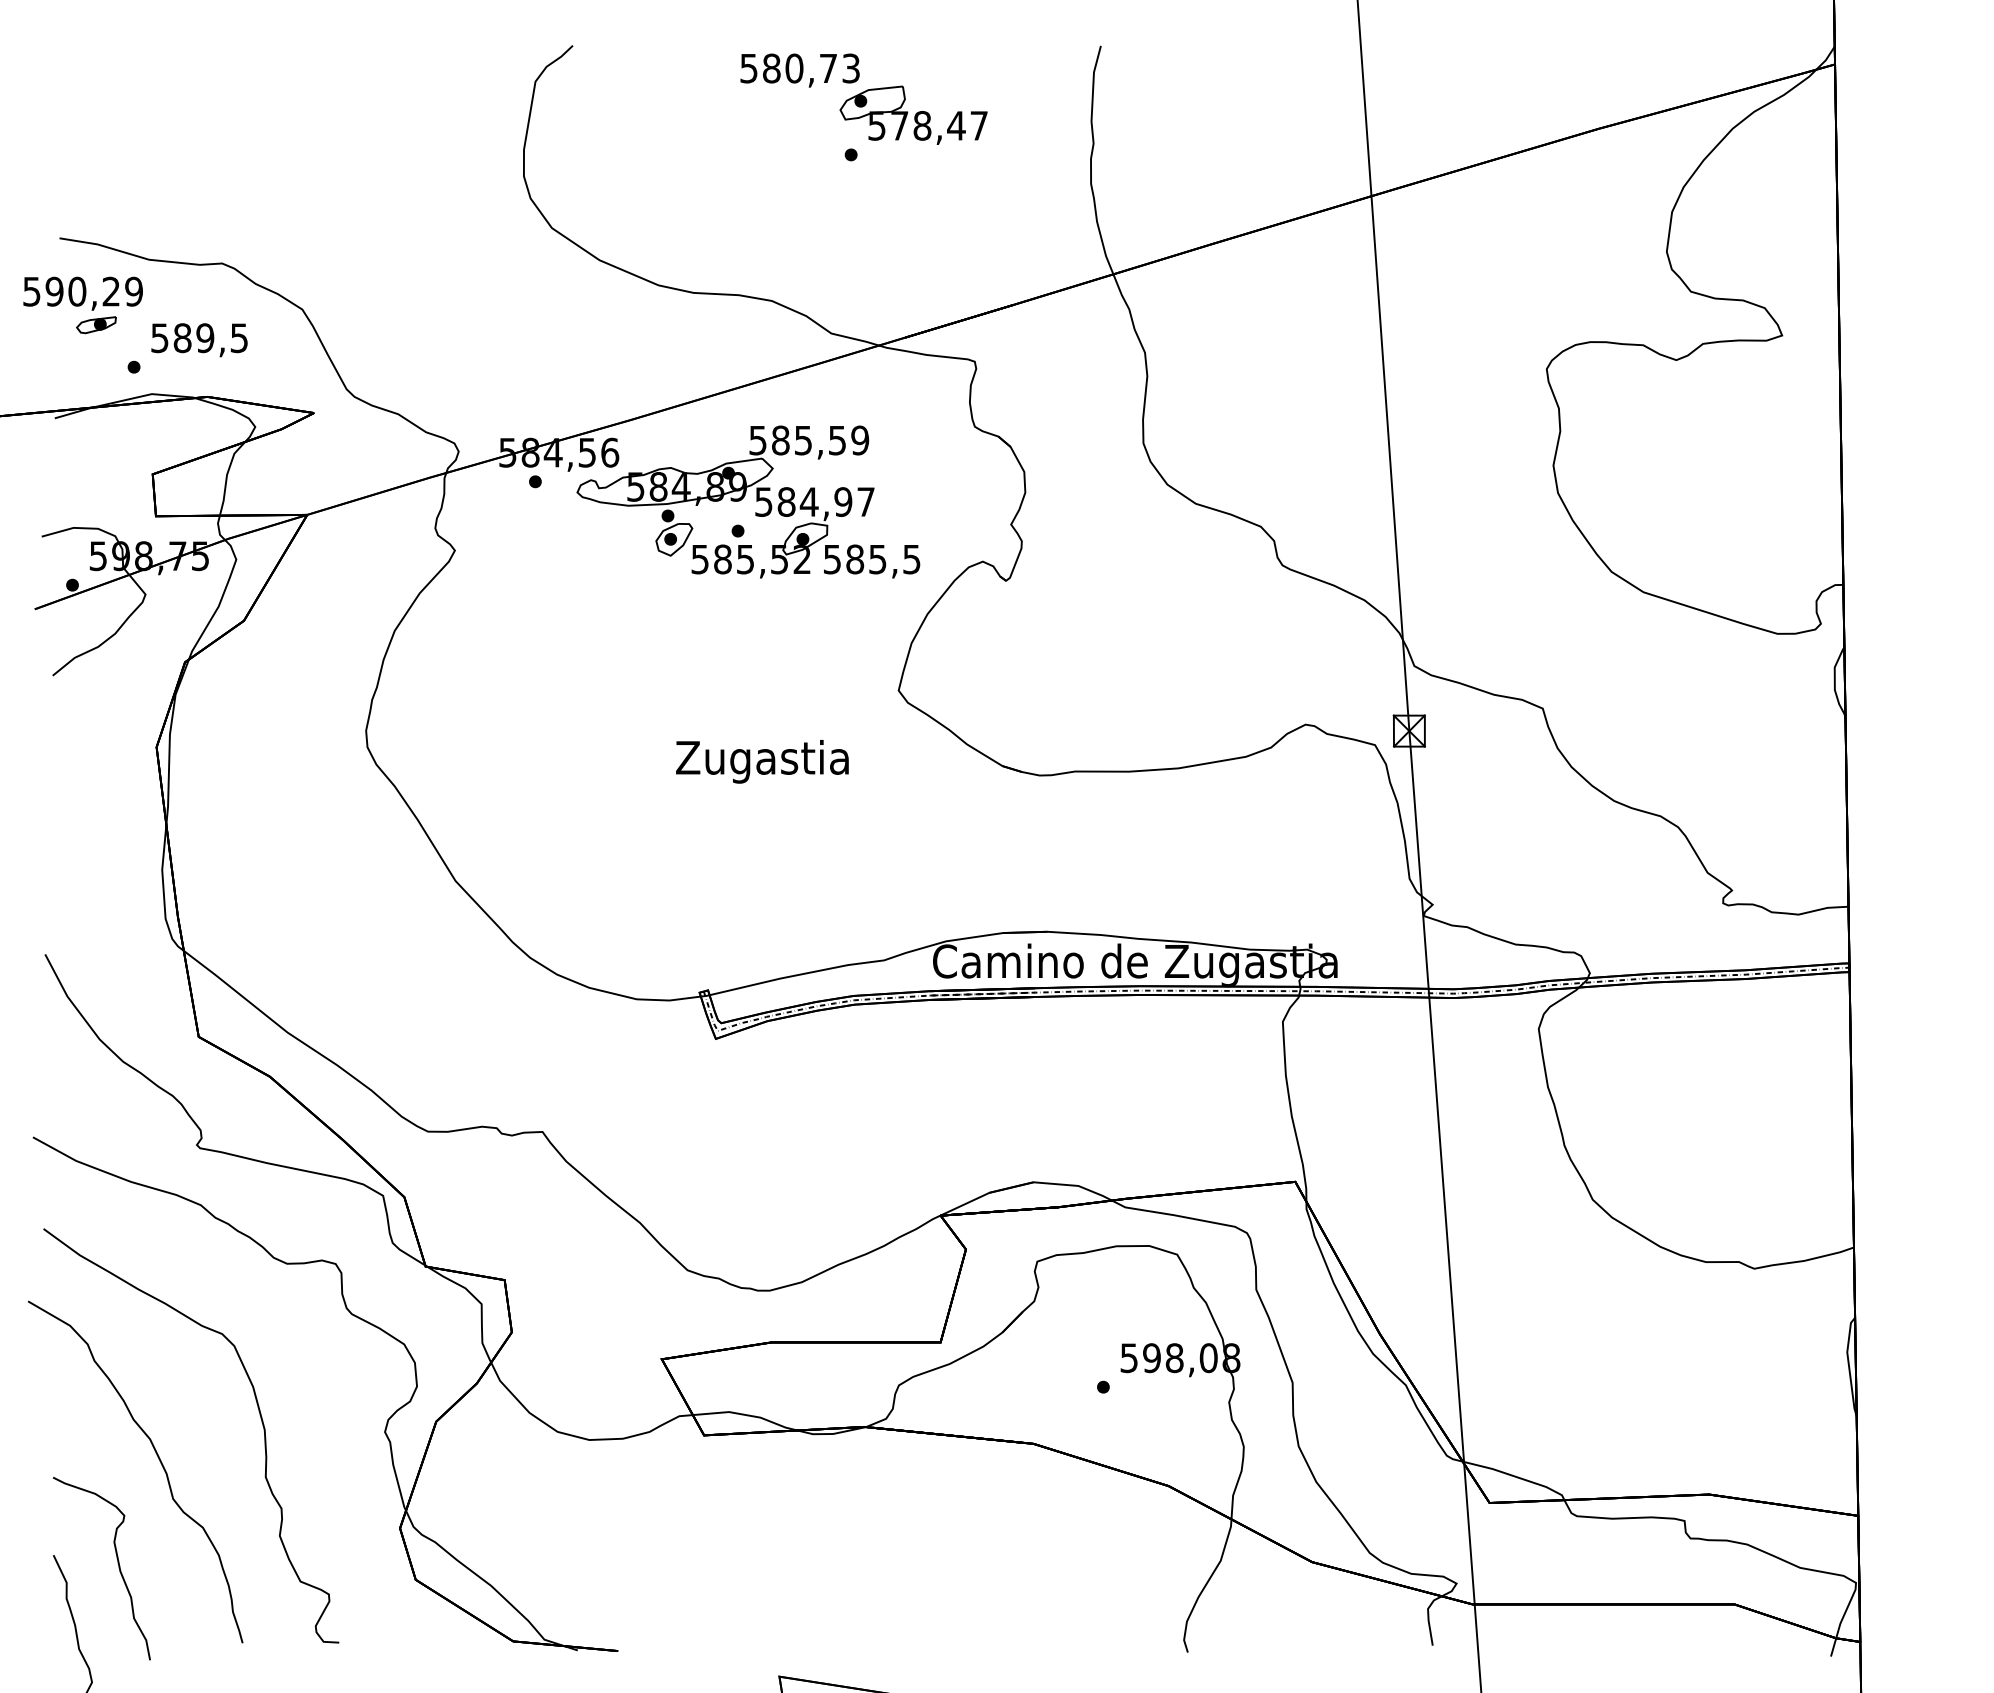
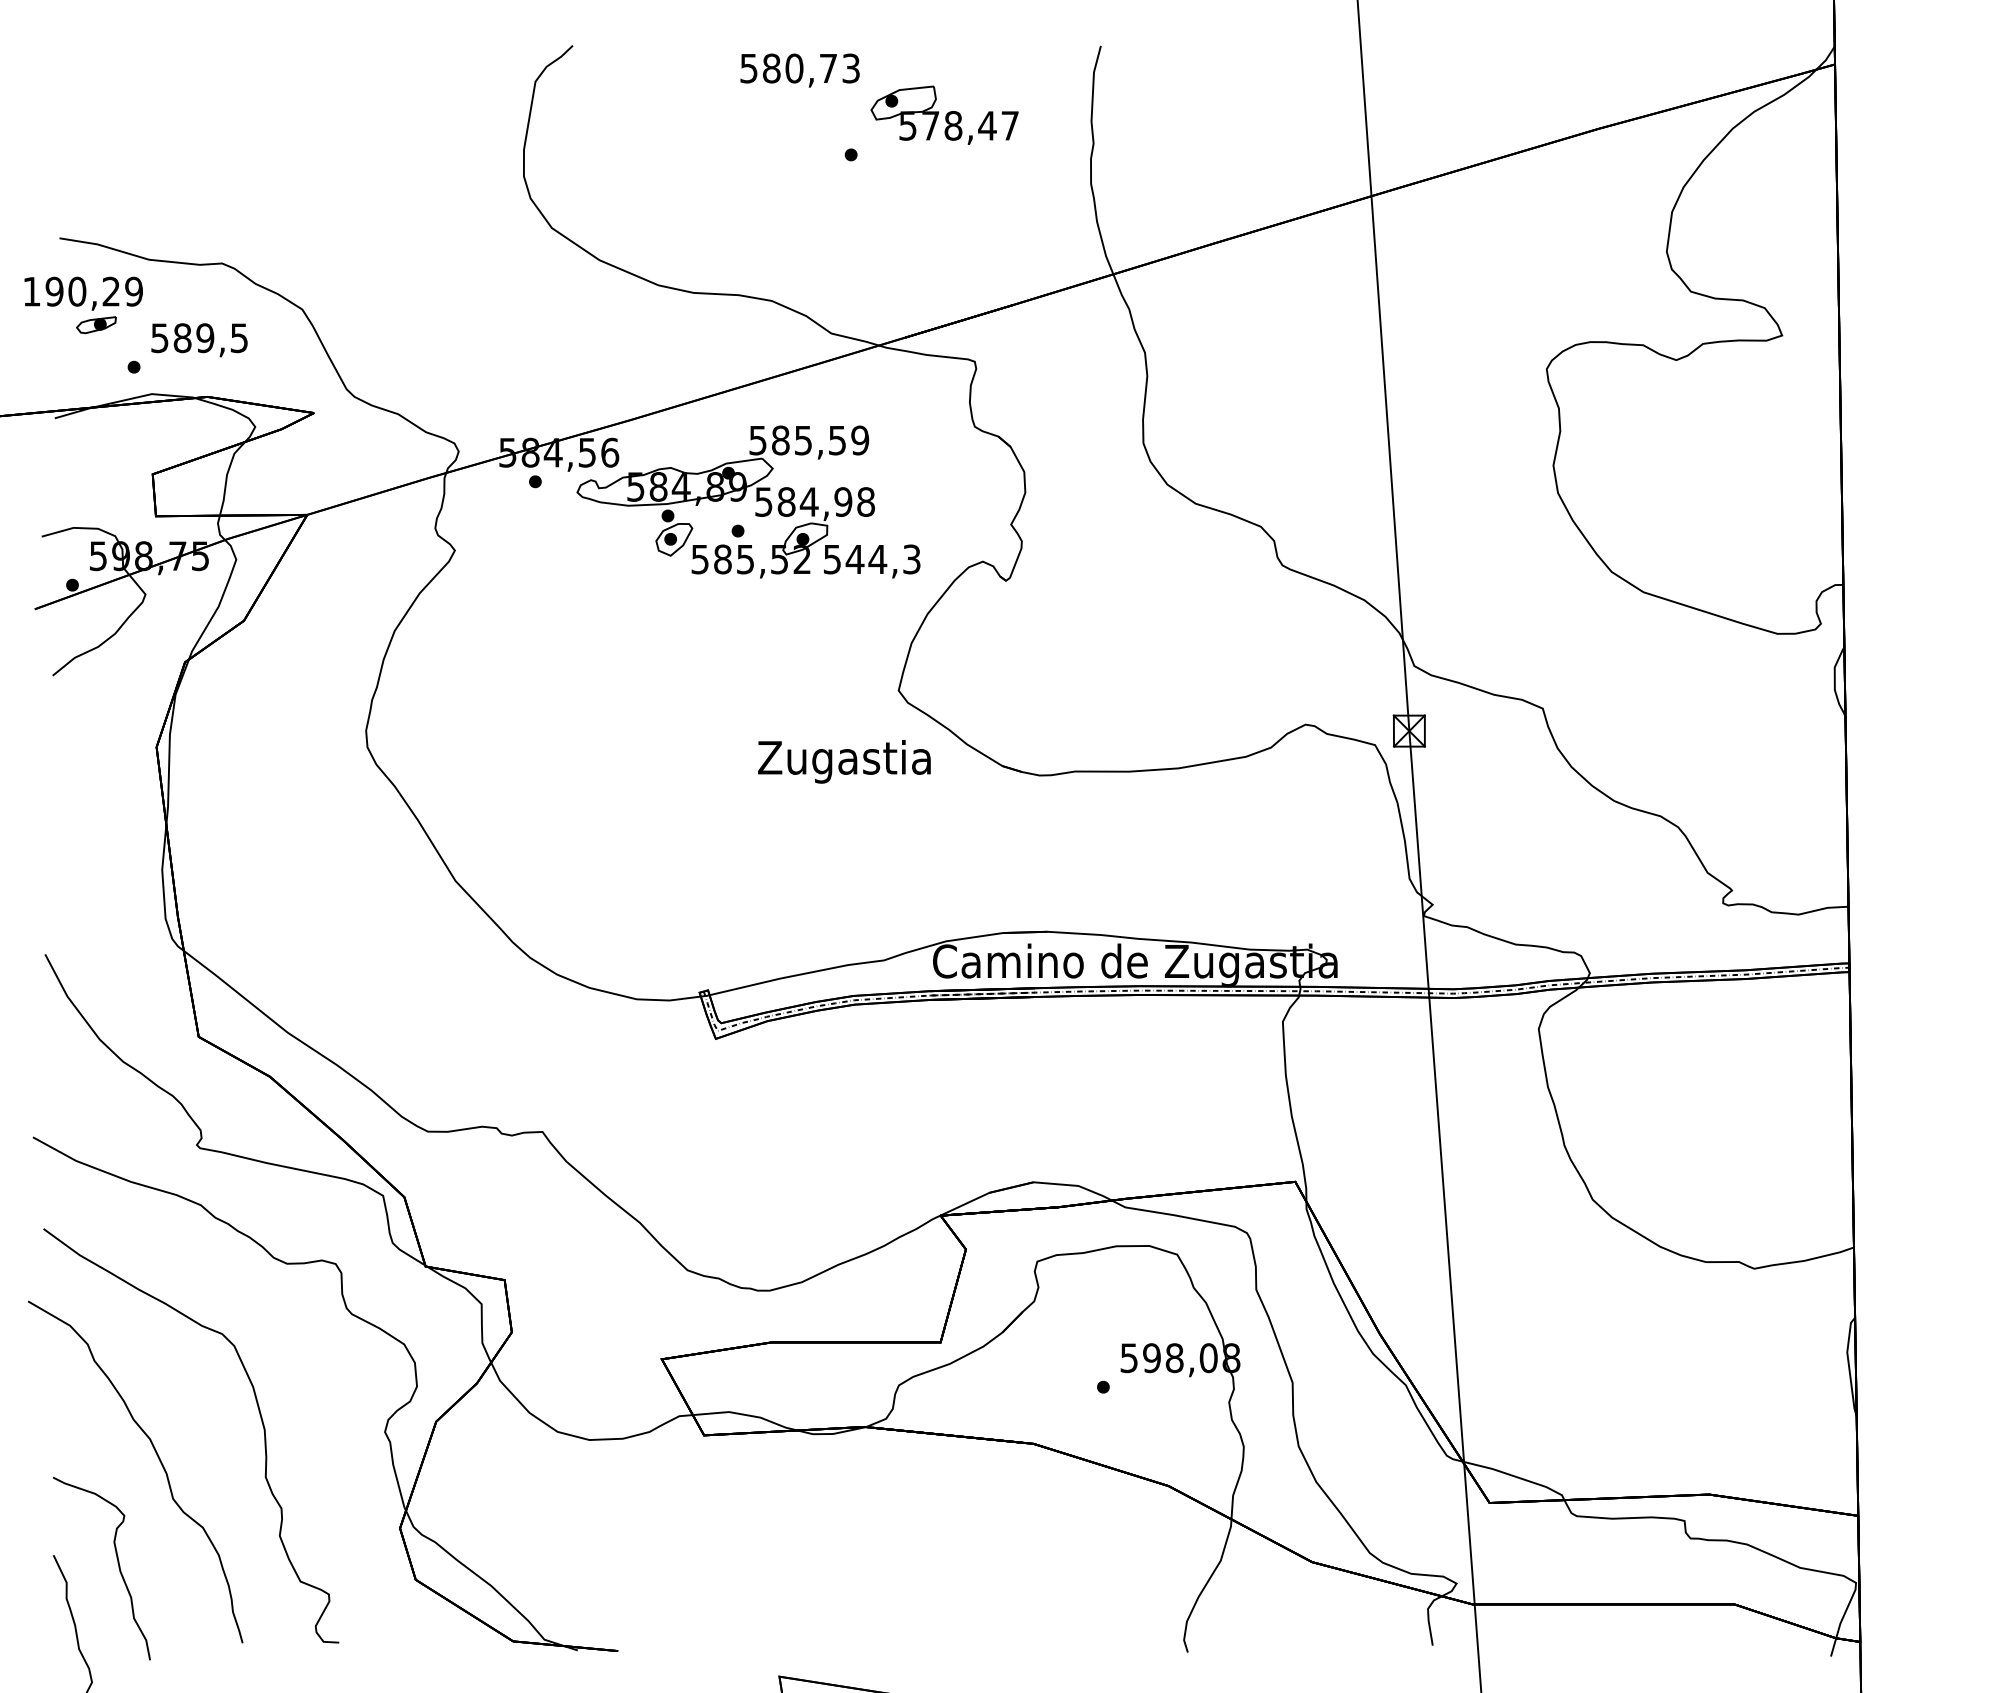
part at (913, 114) position: (913, 114) -> (944, 114)
text at (31, 291): 590,29 -> 190,29
text at (865, 501): 584,97 -> 584,98
text at (882, 559): 585,5 -> 544,3
text at (762, 761) position: (762, 761) -> (844, 761)
